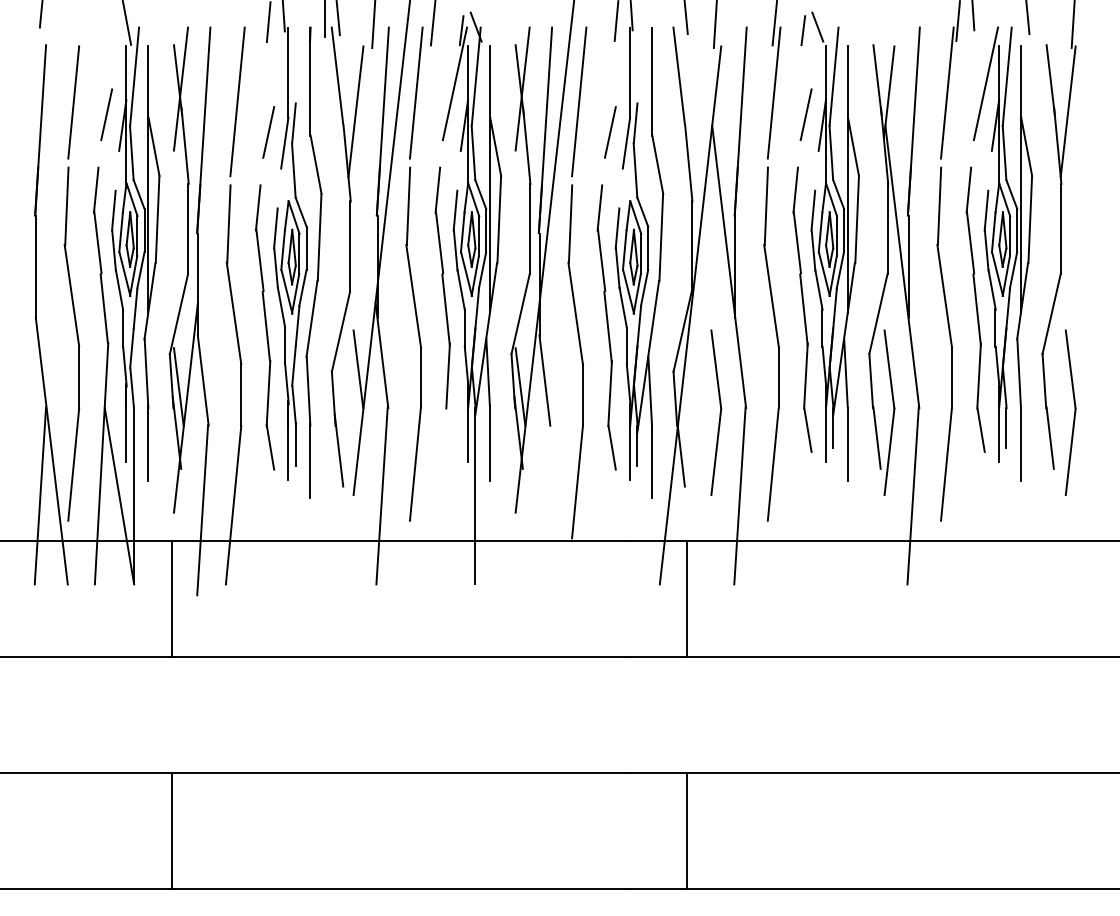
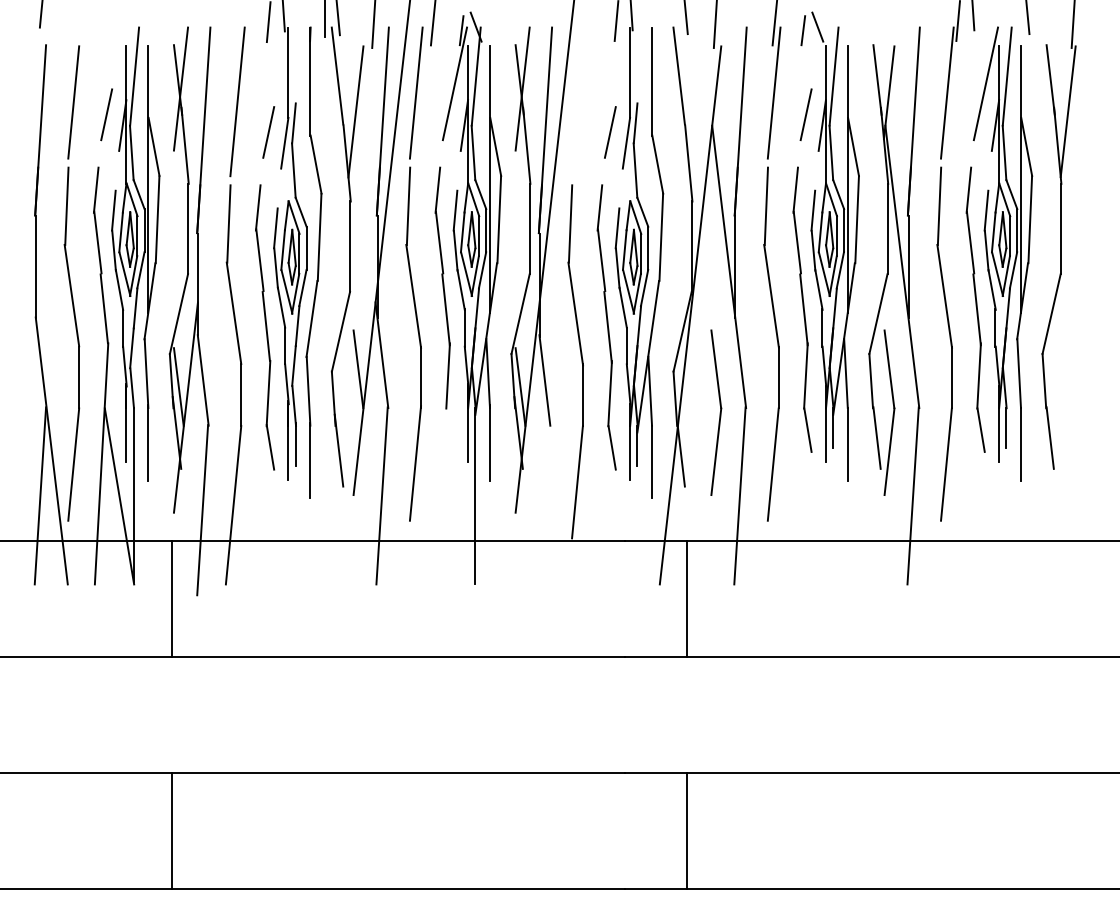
line at (127, 23): present -> none
line at (579, 101): present -> none
part at (1070, 412): present -> none
